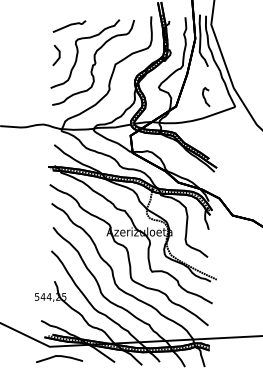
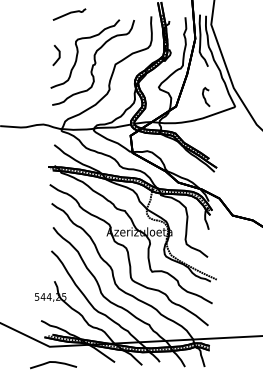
curve at (69, 26) position: (69, 26) -> (69, 14)
curve at (61, 357) position: (61, 357) -> (55, 363)
